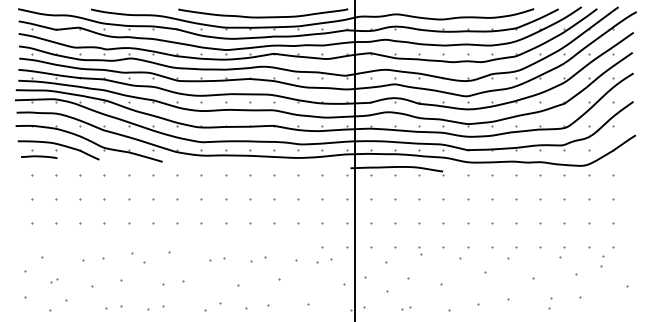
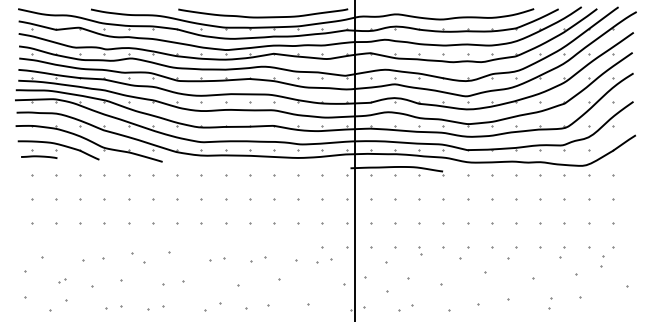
part at (54, 280) position: (54, 280) -> (62, 280)
part at (406, 308) size: 11x5 px -> 16x8 px
